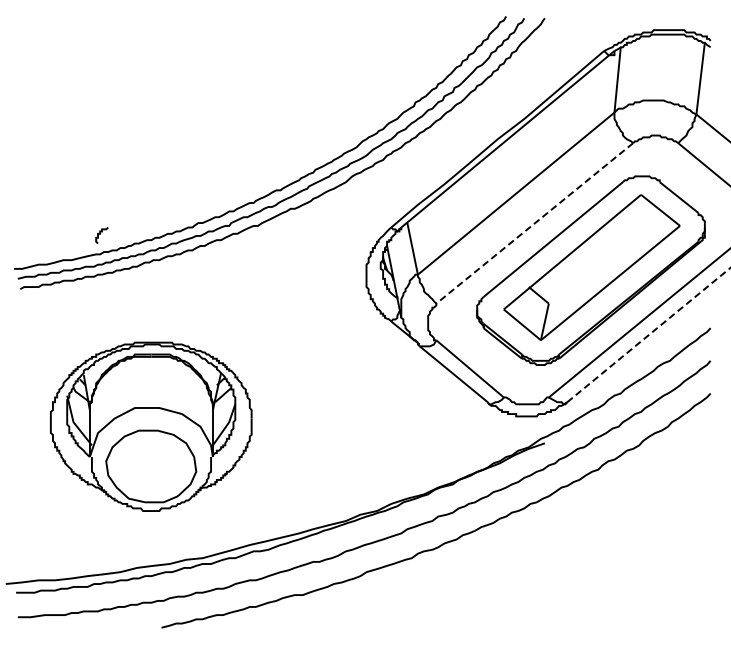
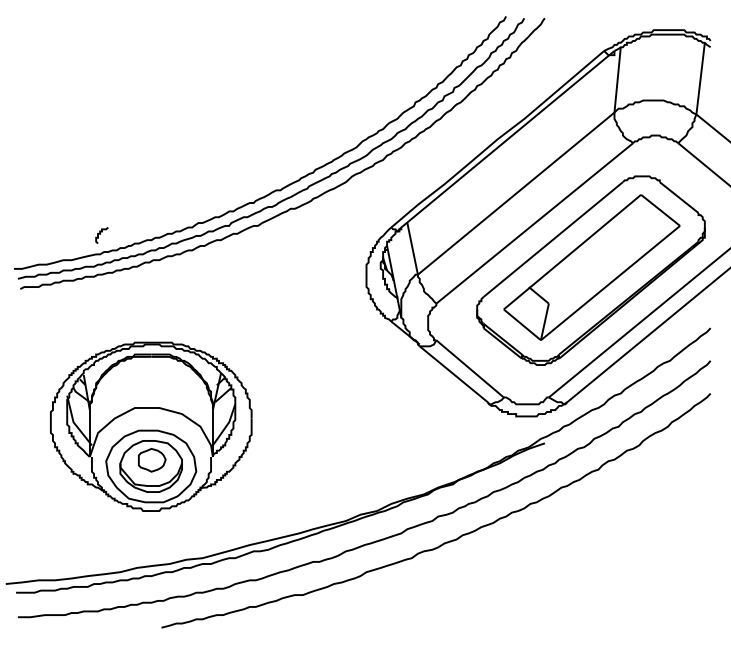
line at (534, 223): dashed -> solid
line at (649, 334): dashed -> solid
part at (150, 466): none -> present
